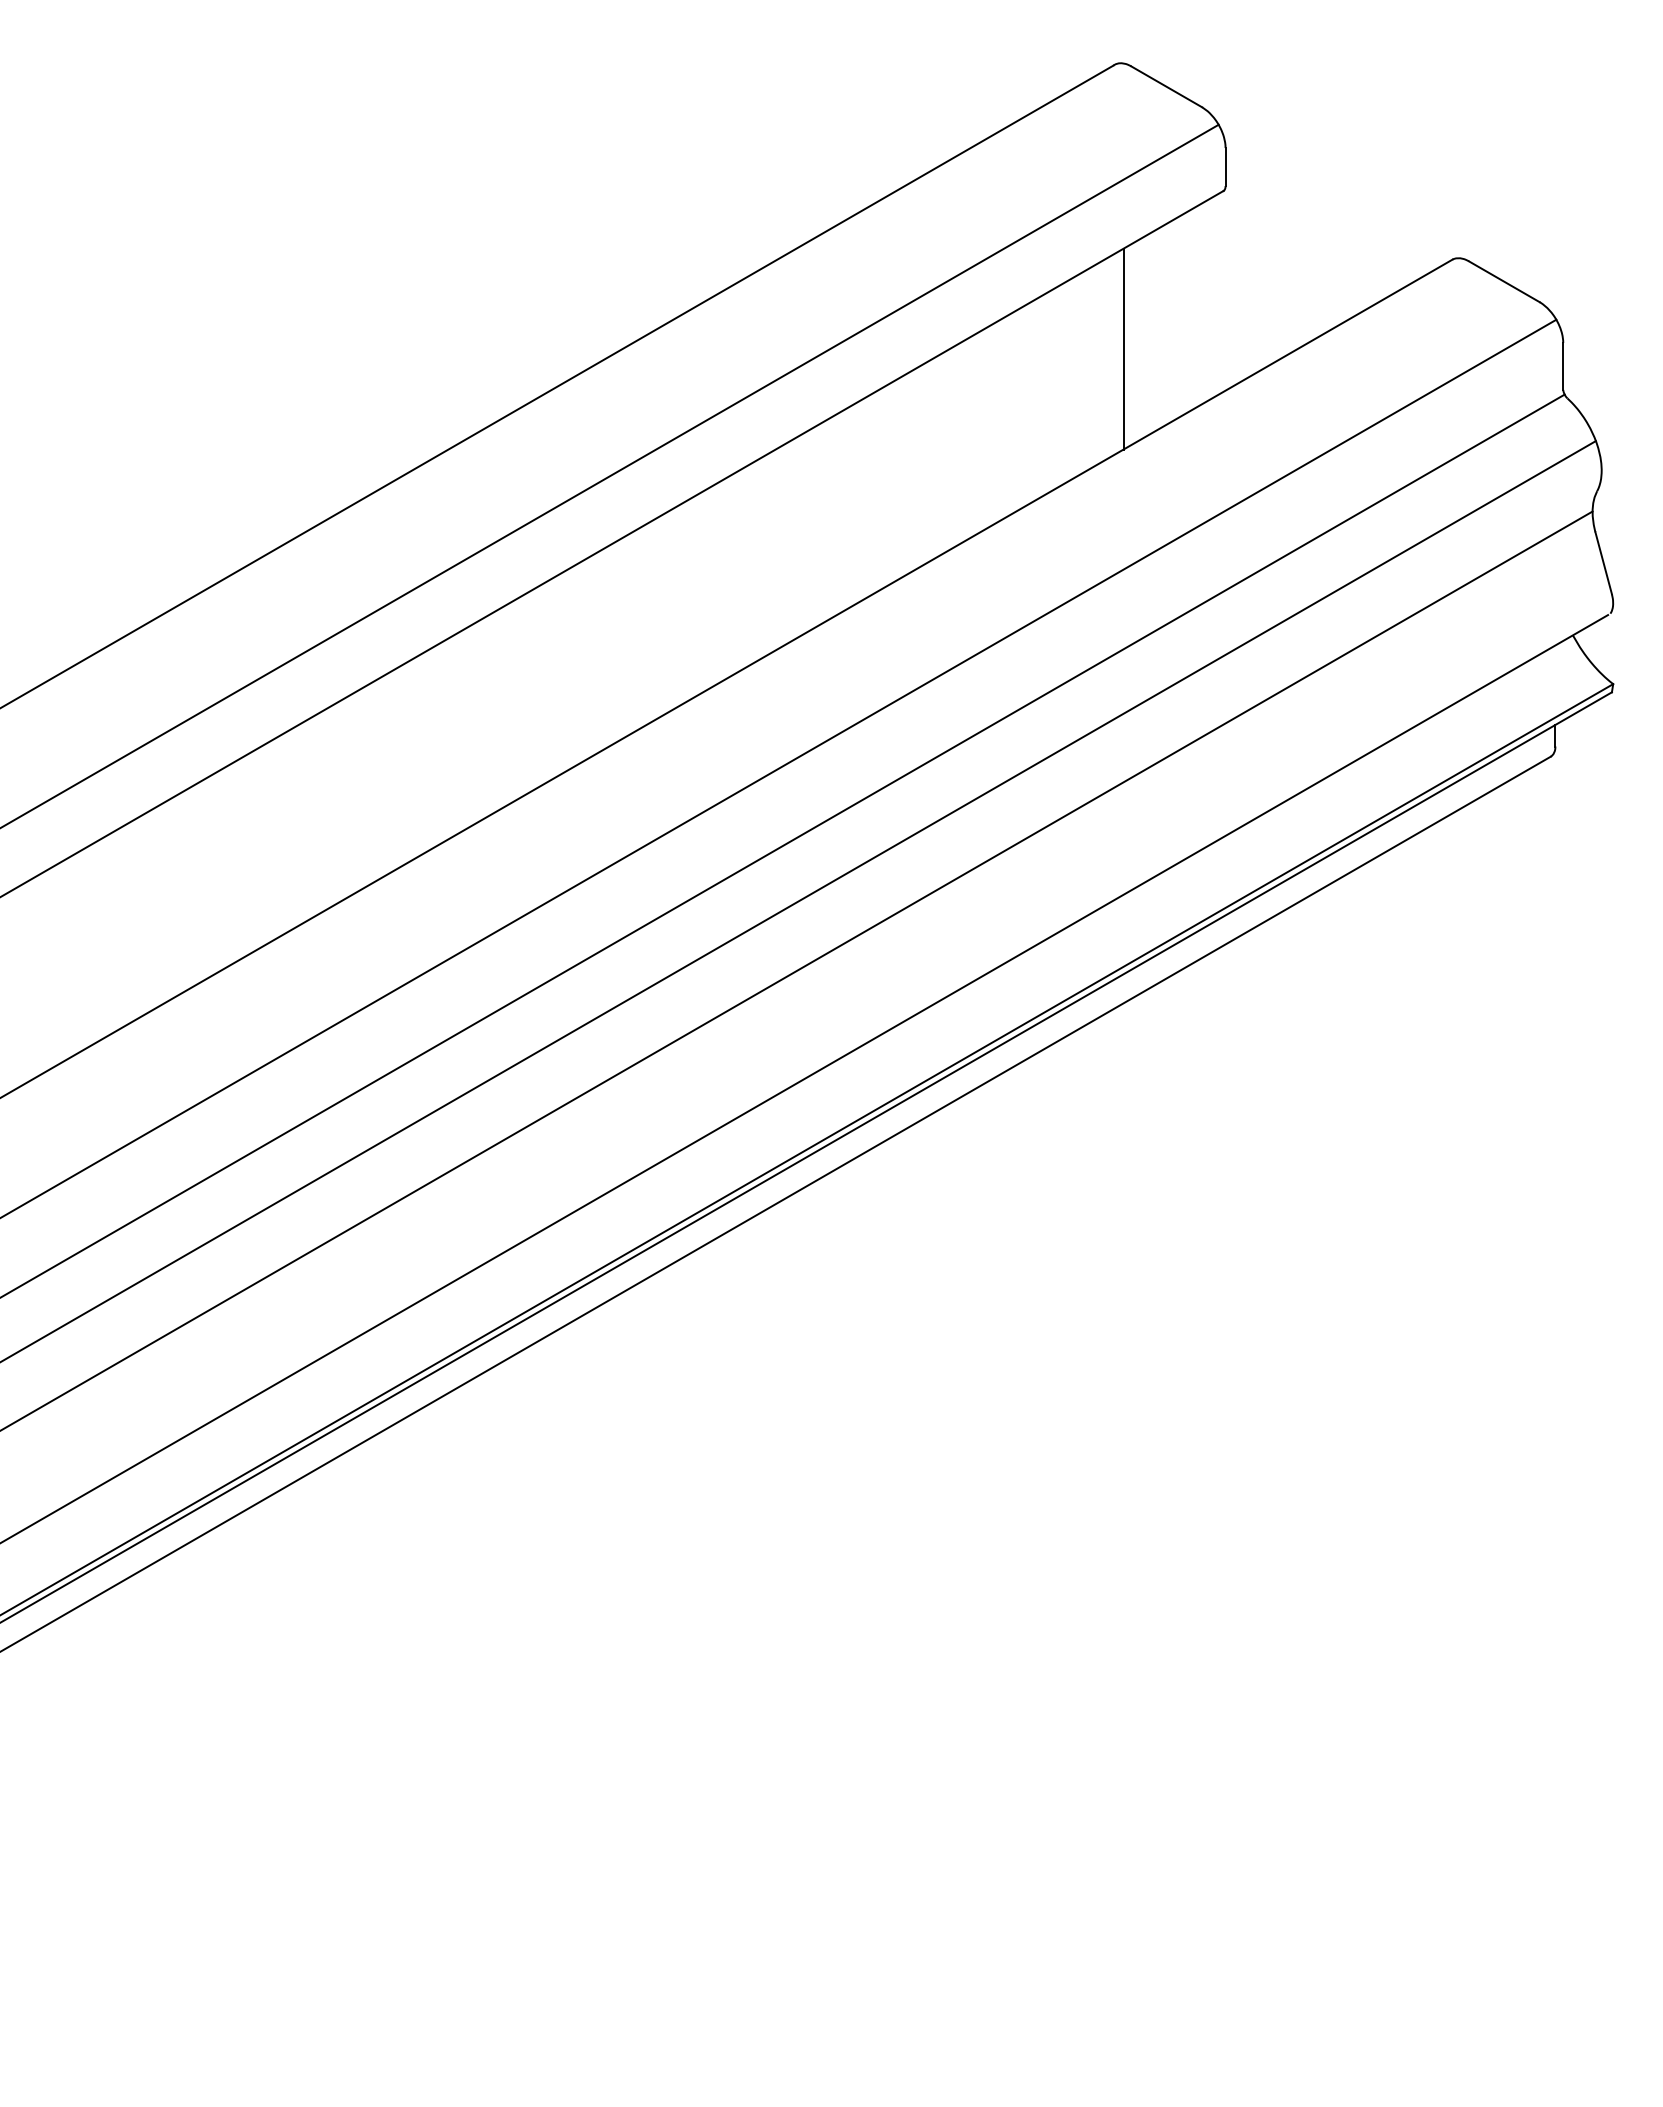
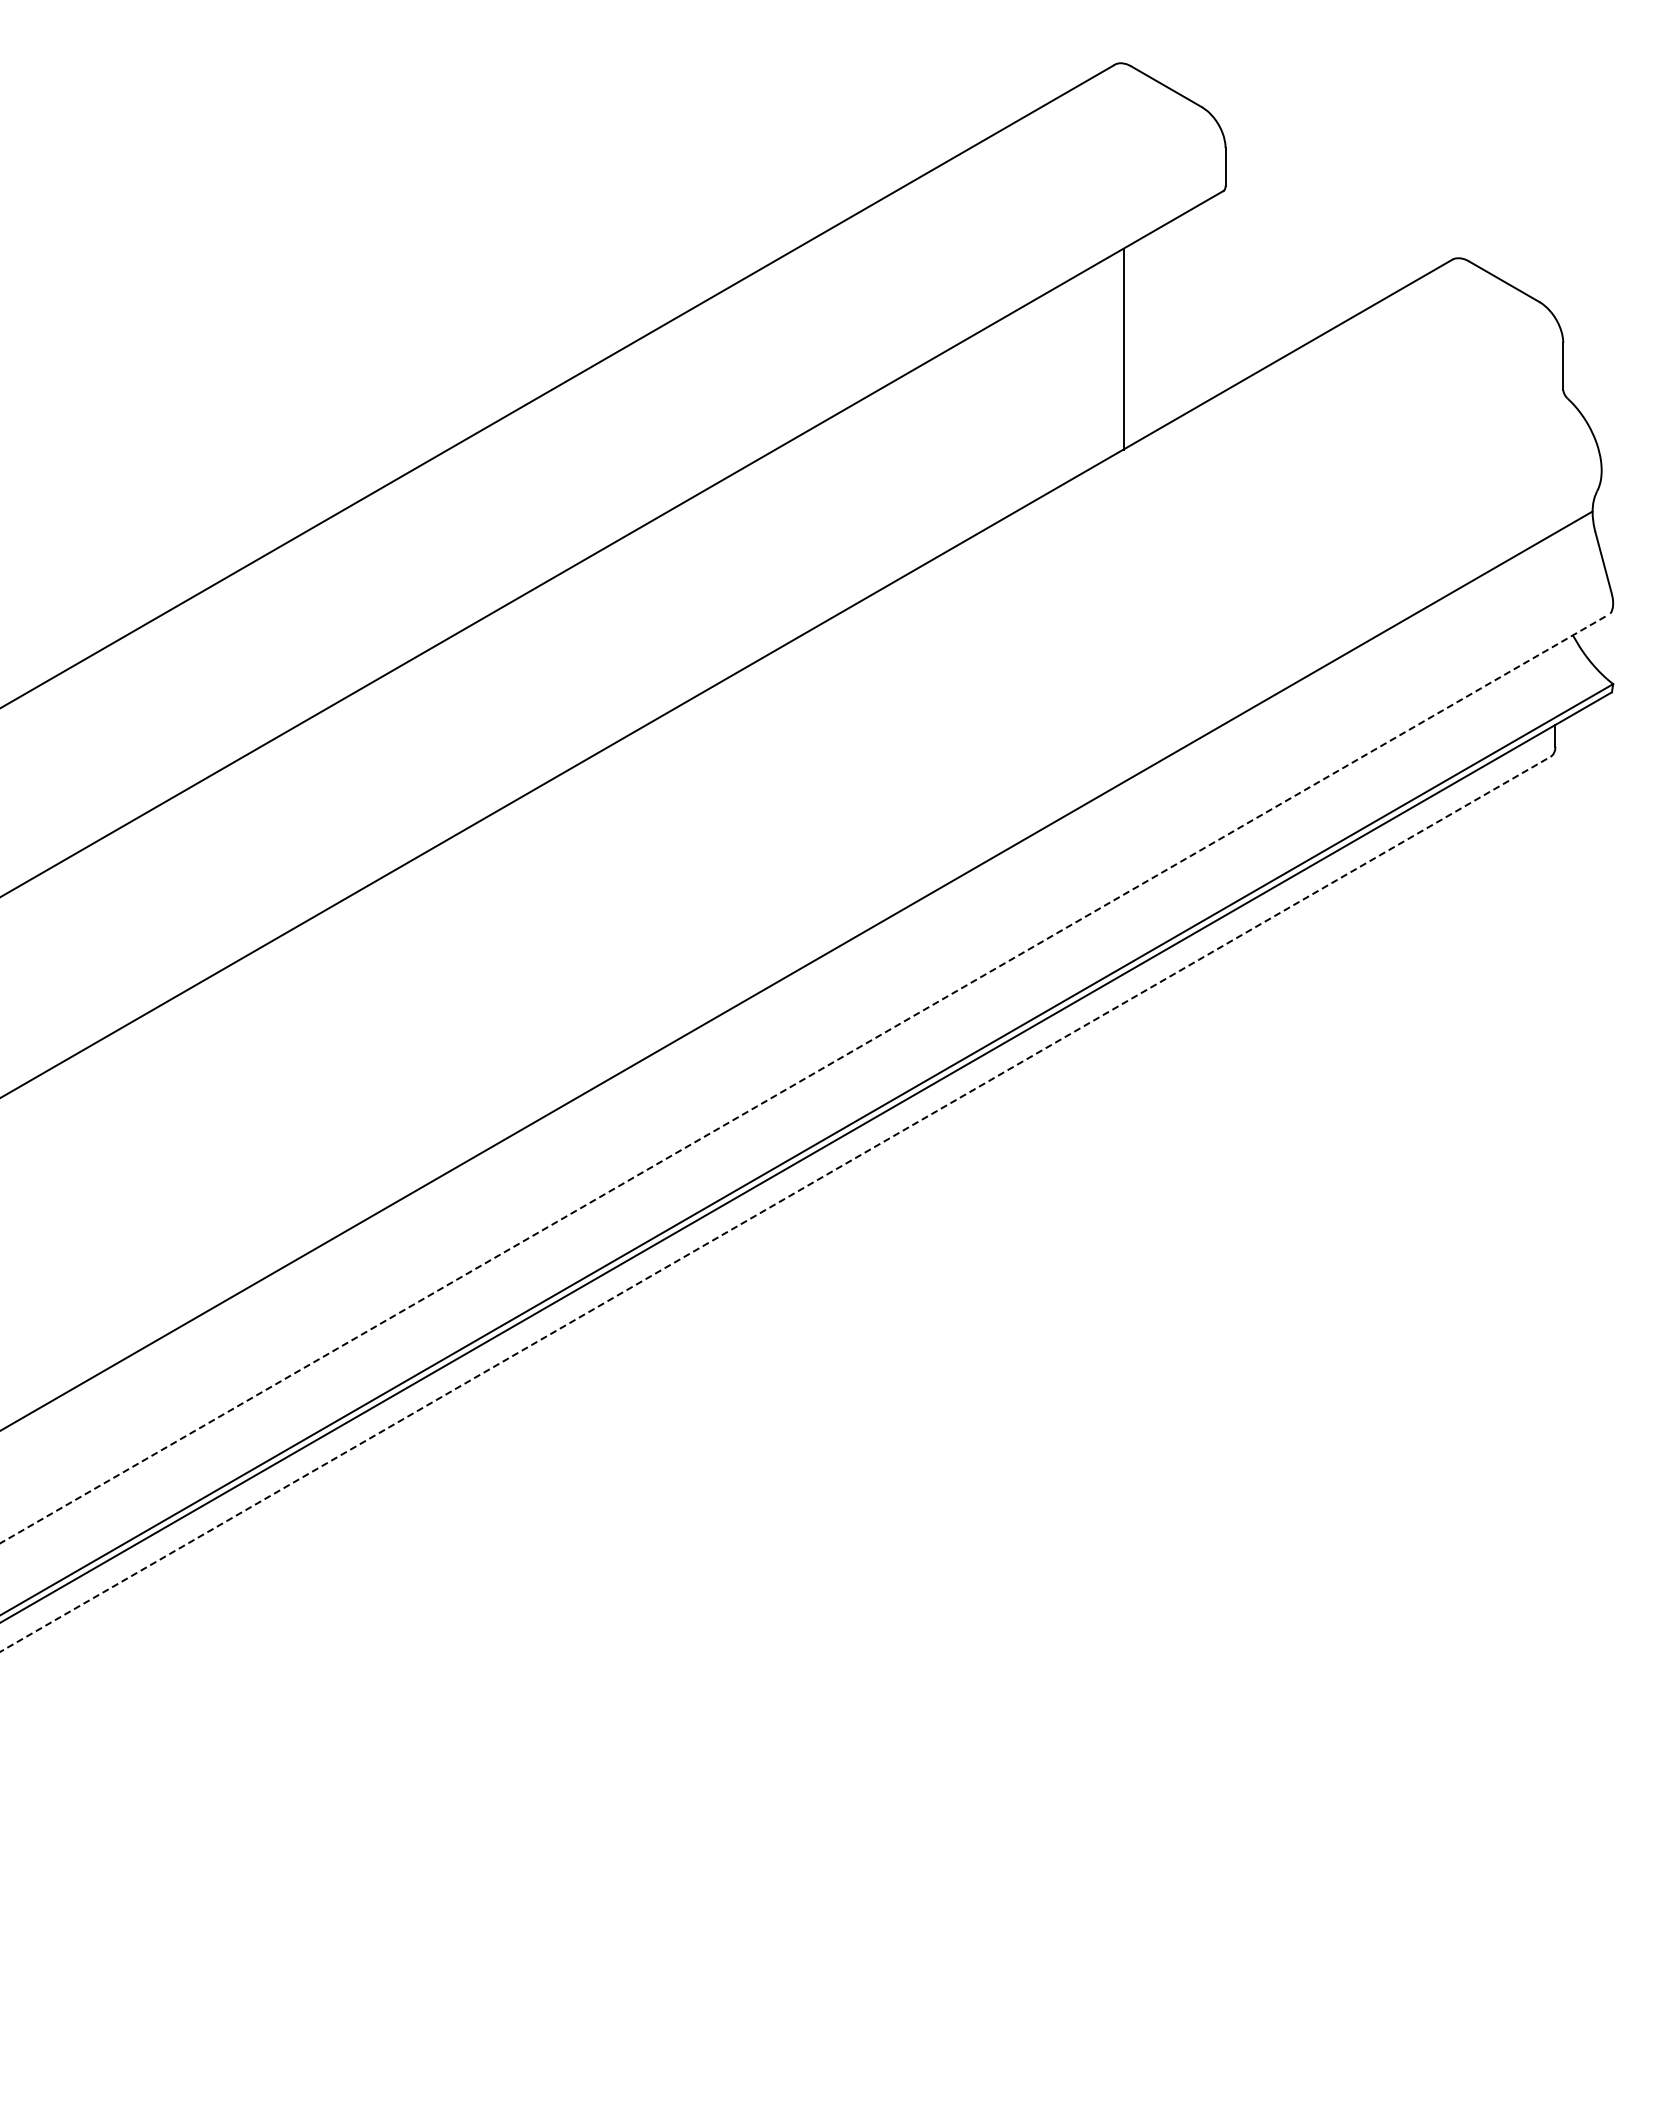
line at (610, 475): present -> none
line at (779, 767): present -> none
line at (783, 845): present -> none
line at (798, 901): present -> none
line at (804, 1079): solid -> dashed
line at (775, 1204): solid -> dashed
